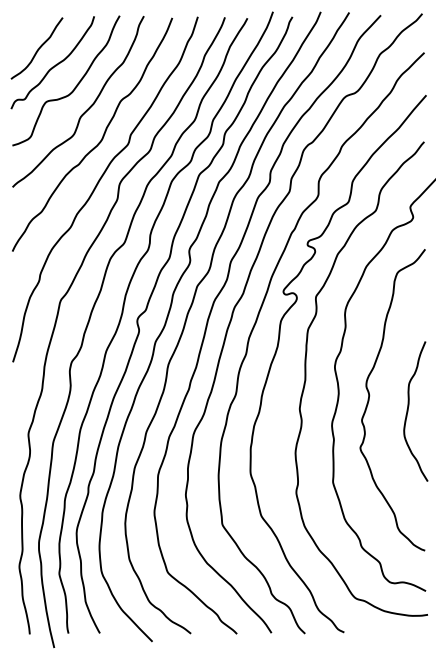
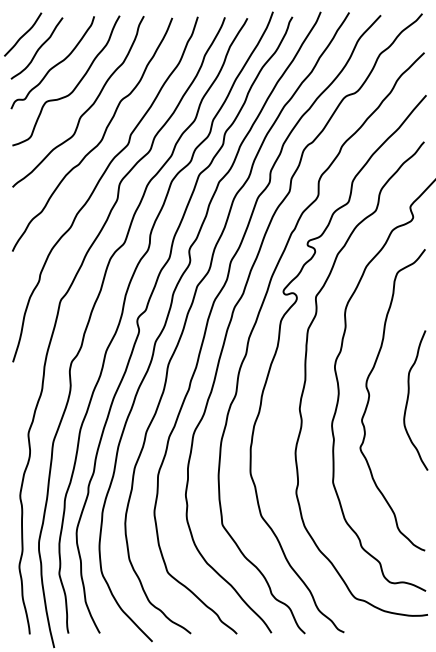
curve at (23, 34): none -> present
curve at (408, 411) position: (408, 411) -> (408, 400)
